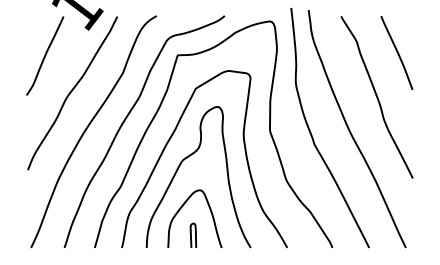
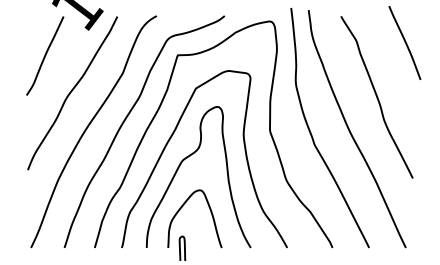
curve at (396, 52) position: (396, 52) -> (404, 42)
curve at (191, 234) position: (191, 234) -> (180, 247)
